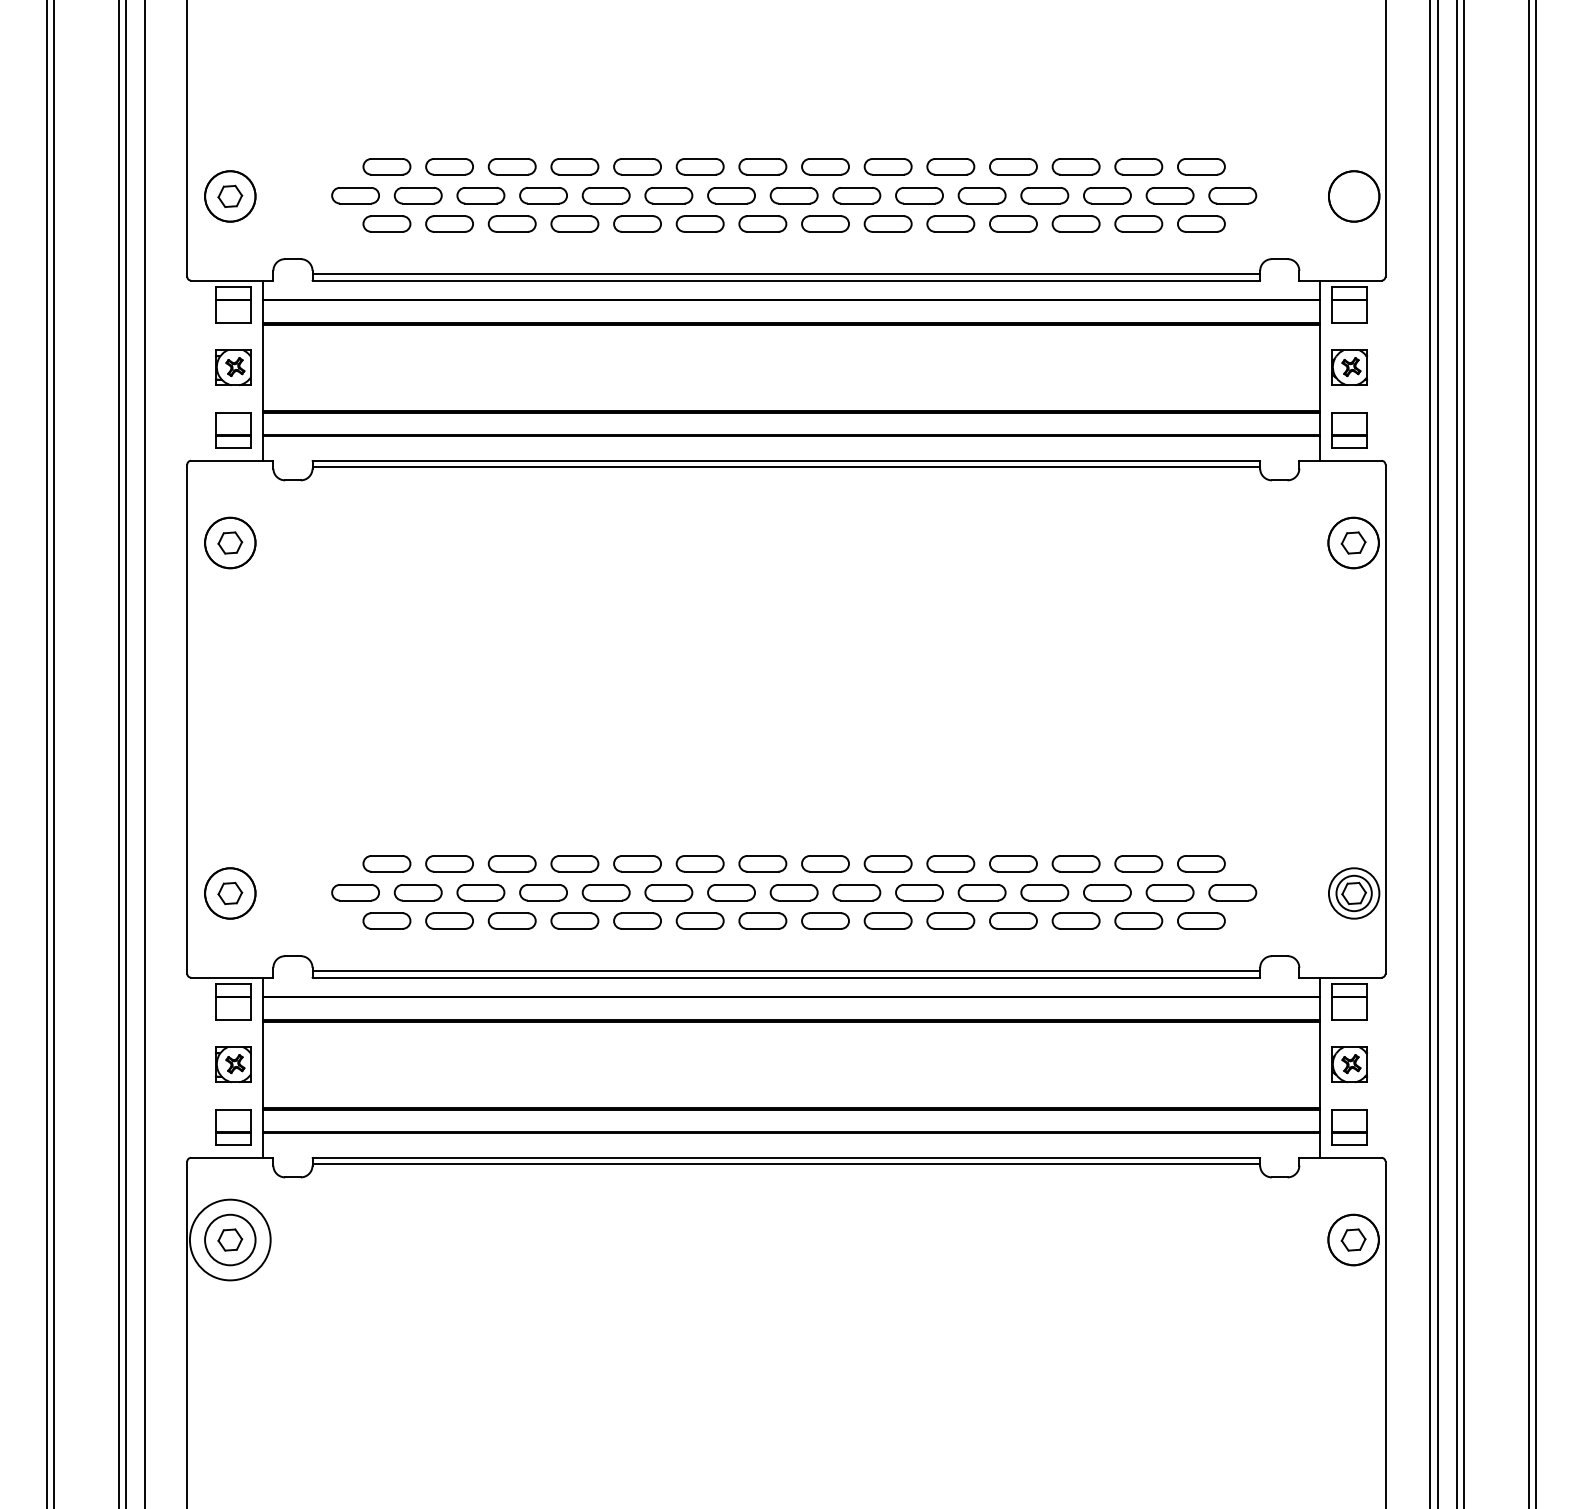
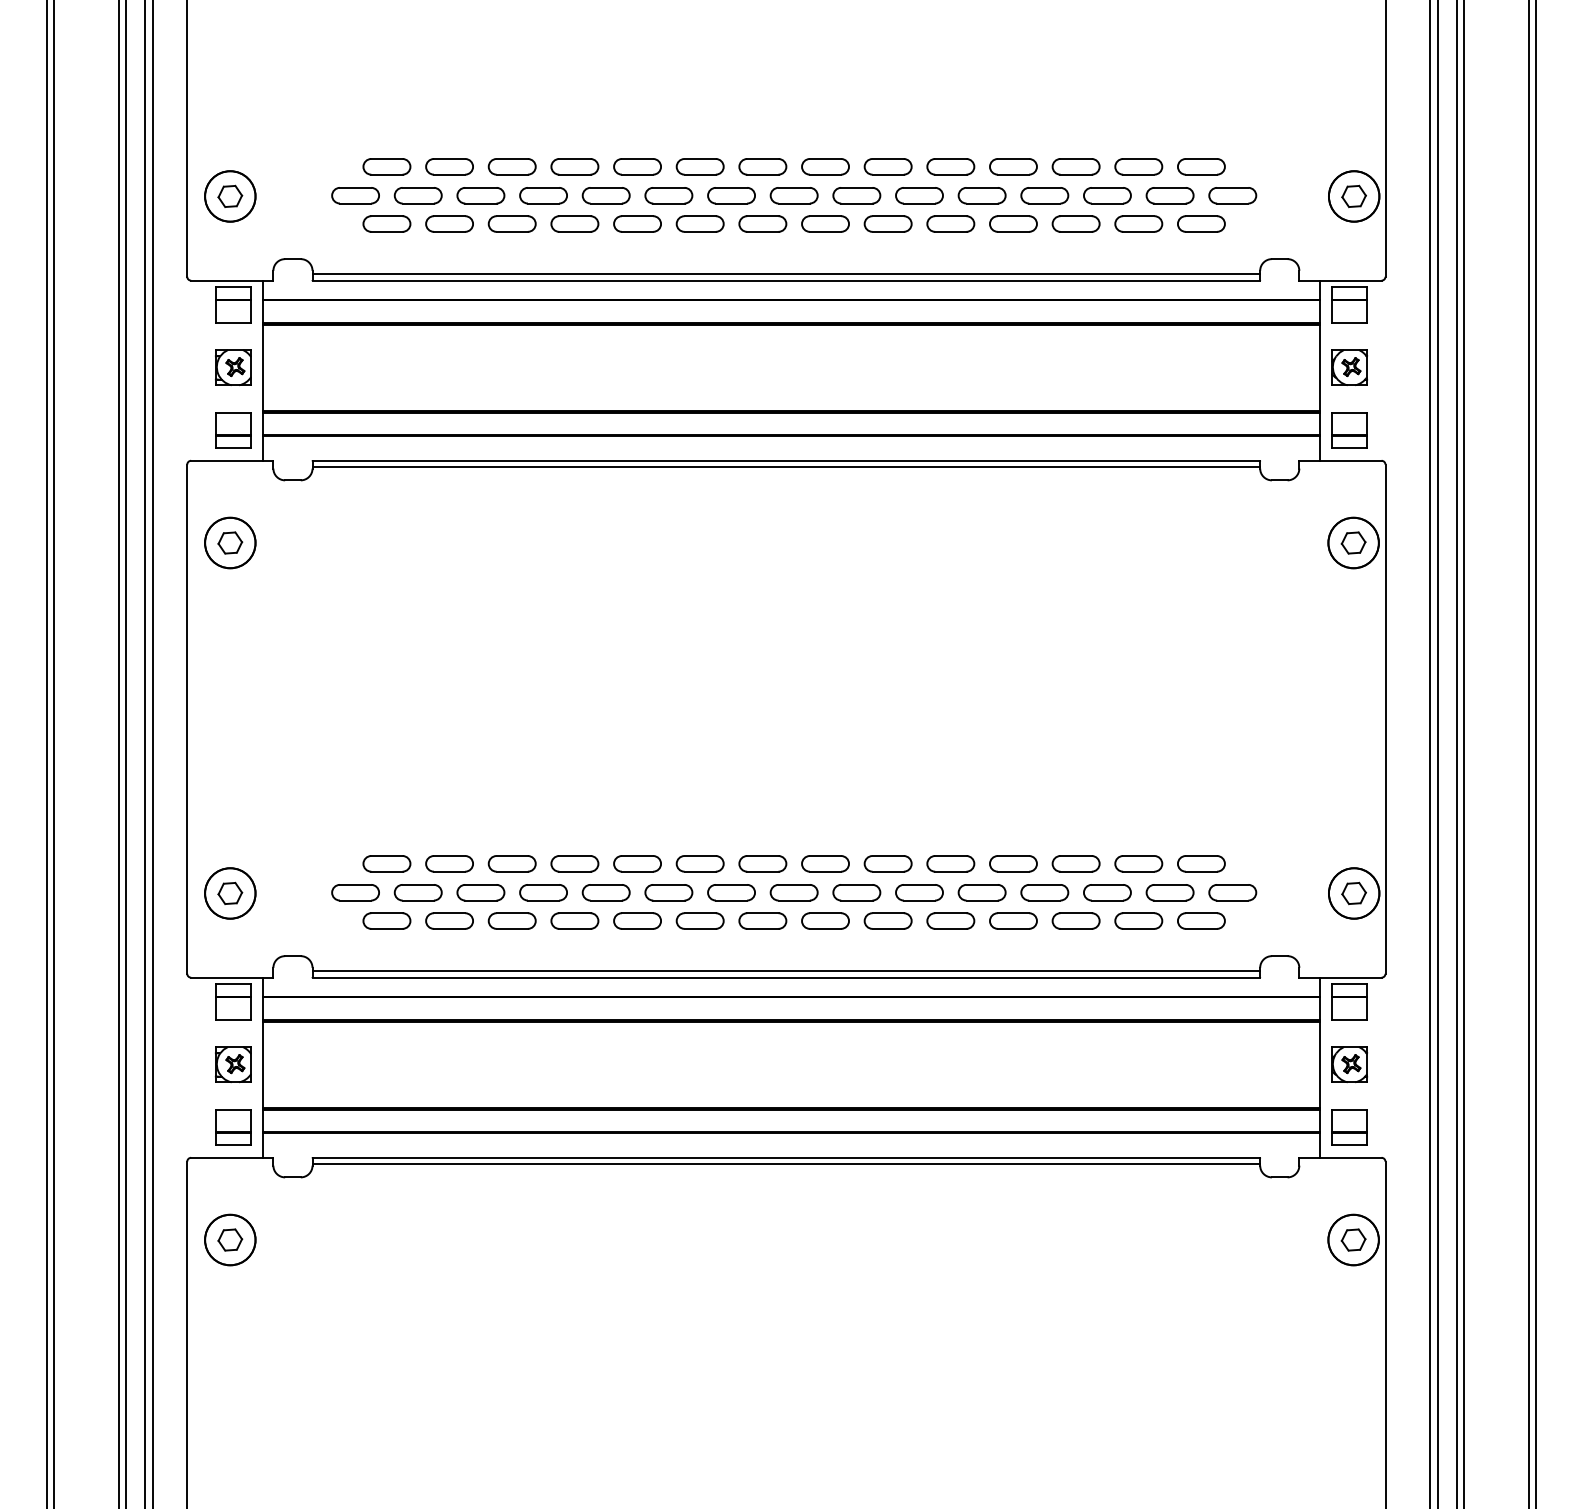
part at (1353, 196): none -> present
line at (153, 753): none -> present
circle at (1353, 893) diameter: 35 px -> 51 px
circle at (229, 1239) diameter: 81 px -> 50 px
